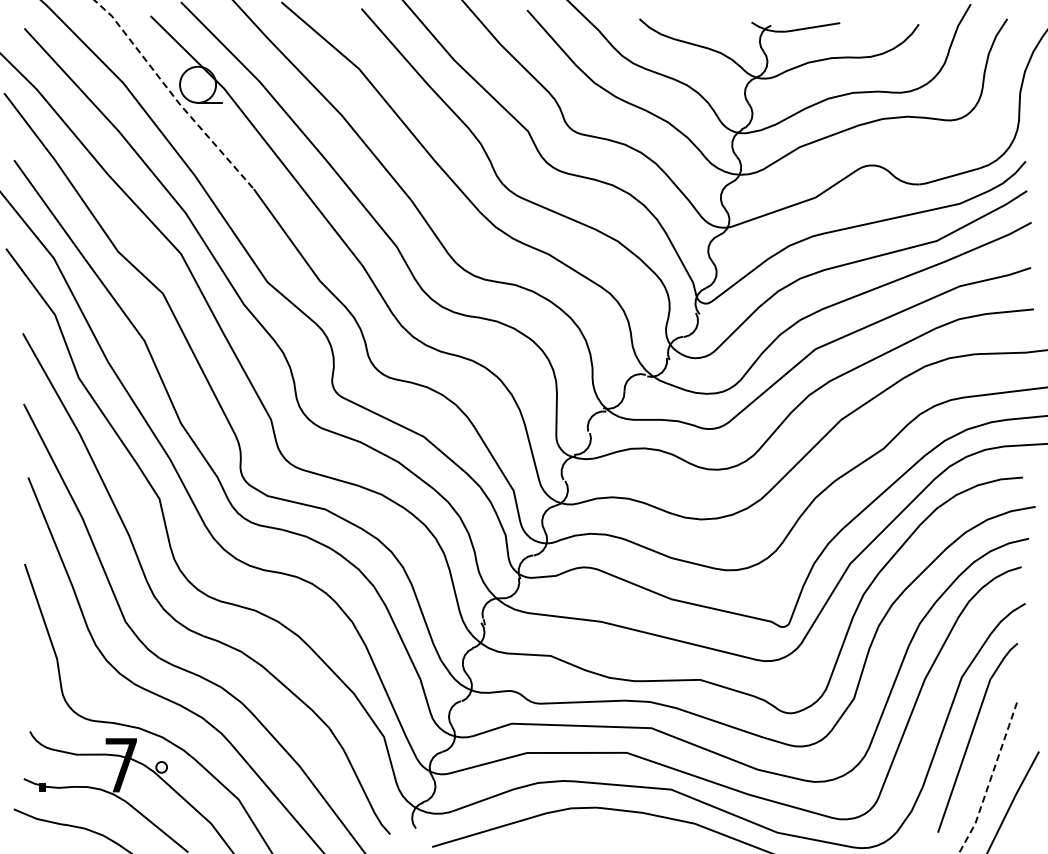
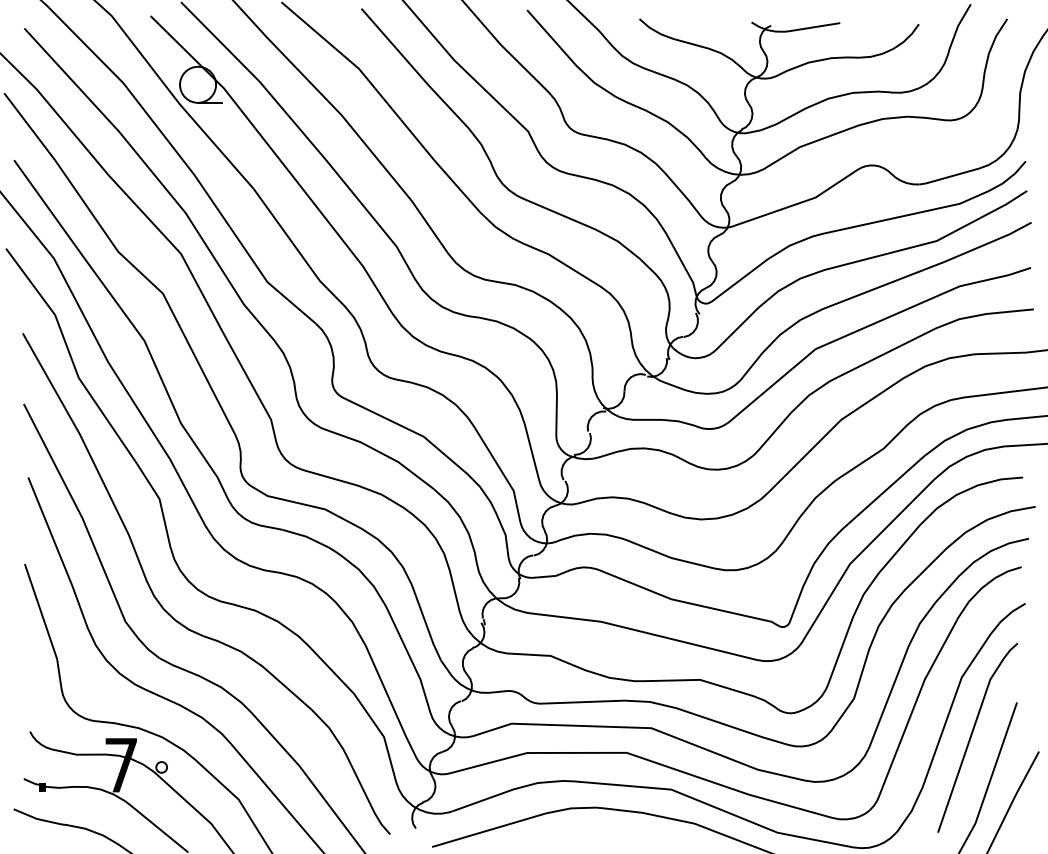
line at (172, 95): dashed -> solid
line at (990, 779): dashed -> solid
